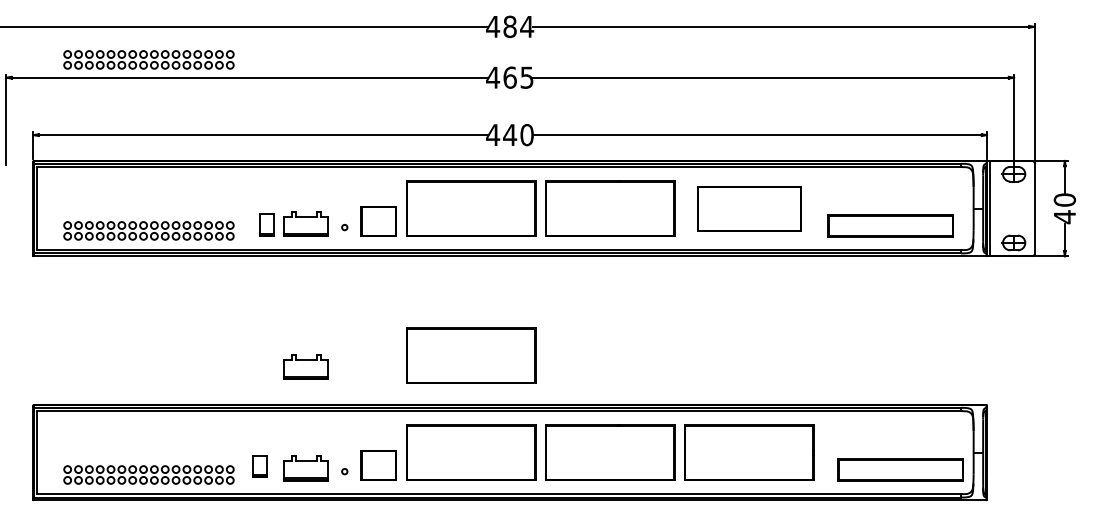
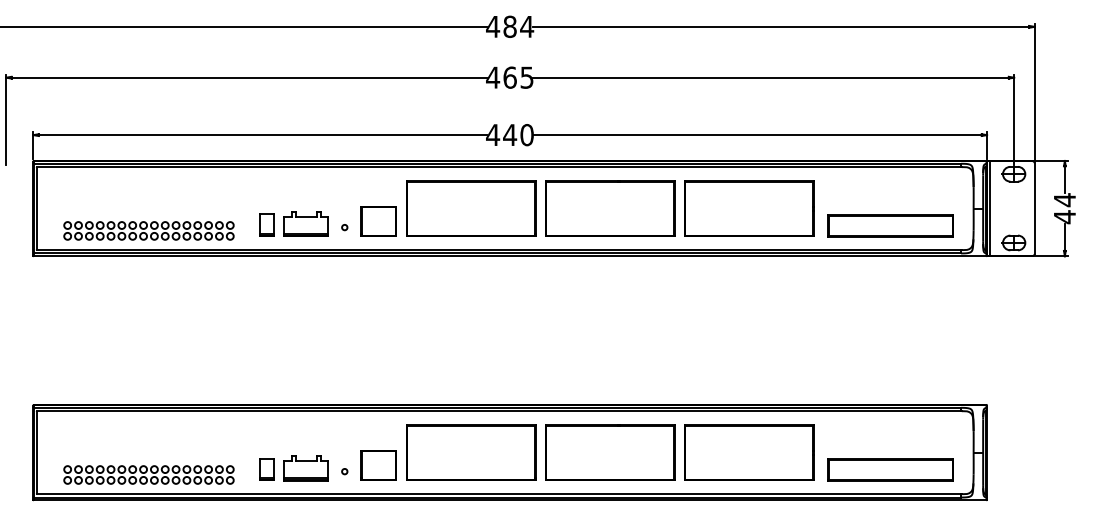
part at (148, 59): present -> none
text at (1064, 200): 40 -> 44
part at (749, 208) size: 105x46 px -> 131x57 px
part at (471, 355): present -> none
part at (305, 366): present -> none
part at (259, 466) position: (259, 466) -> (266, 469)
part at (900, 469) position: (900, 469) -> (890, 469)
